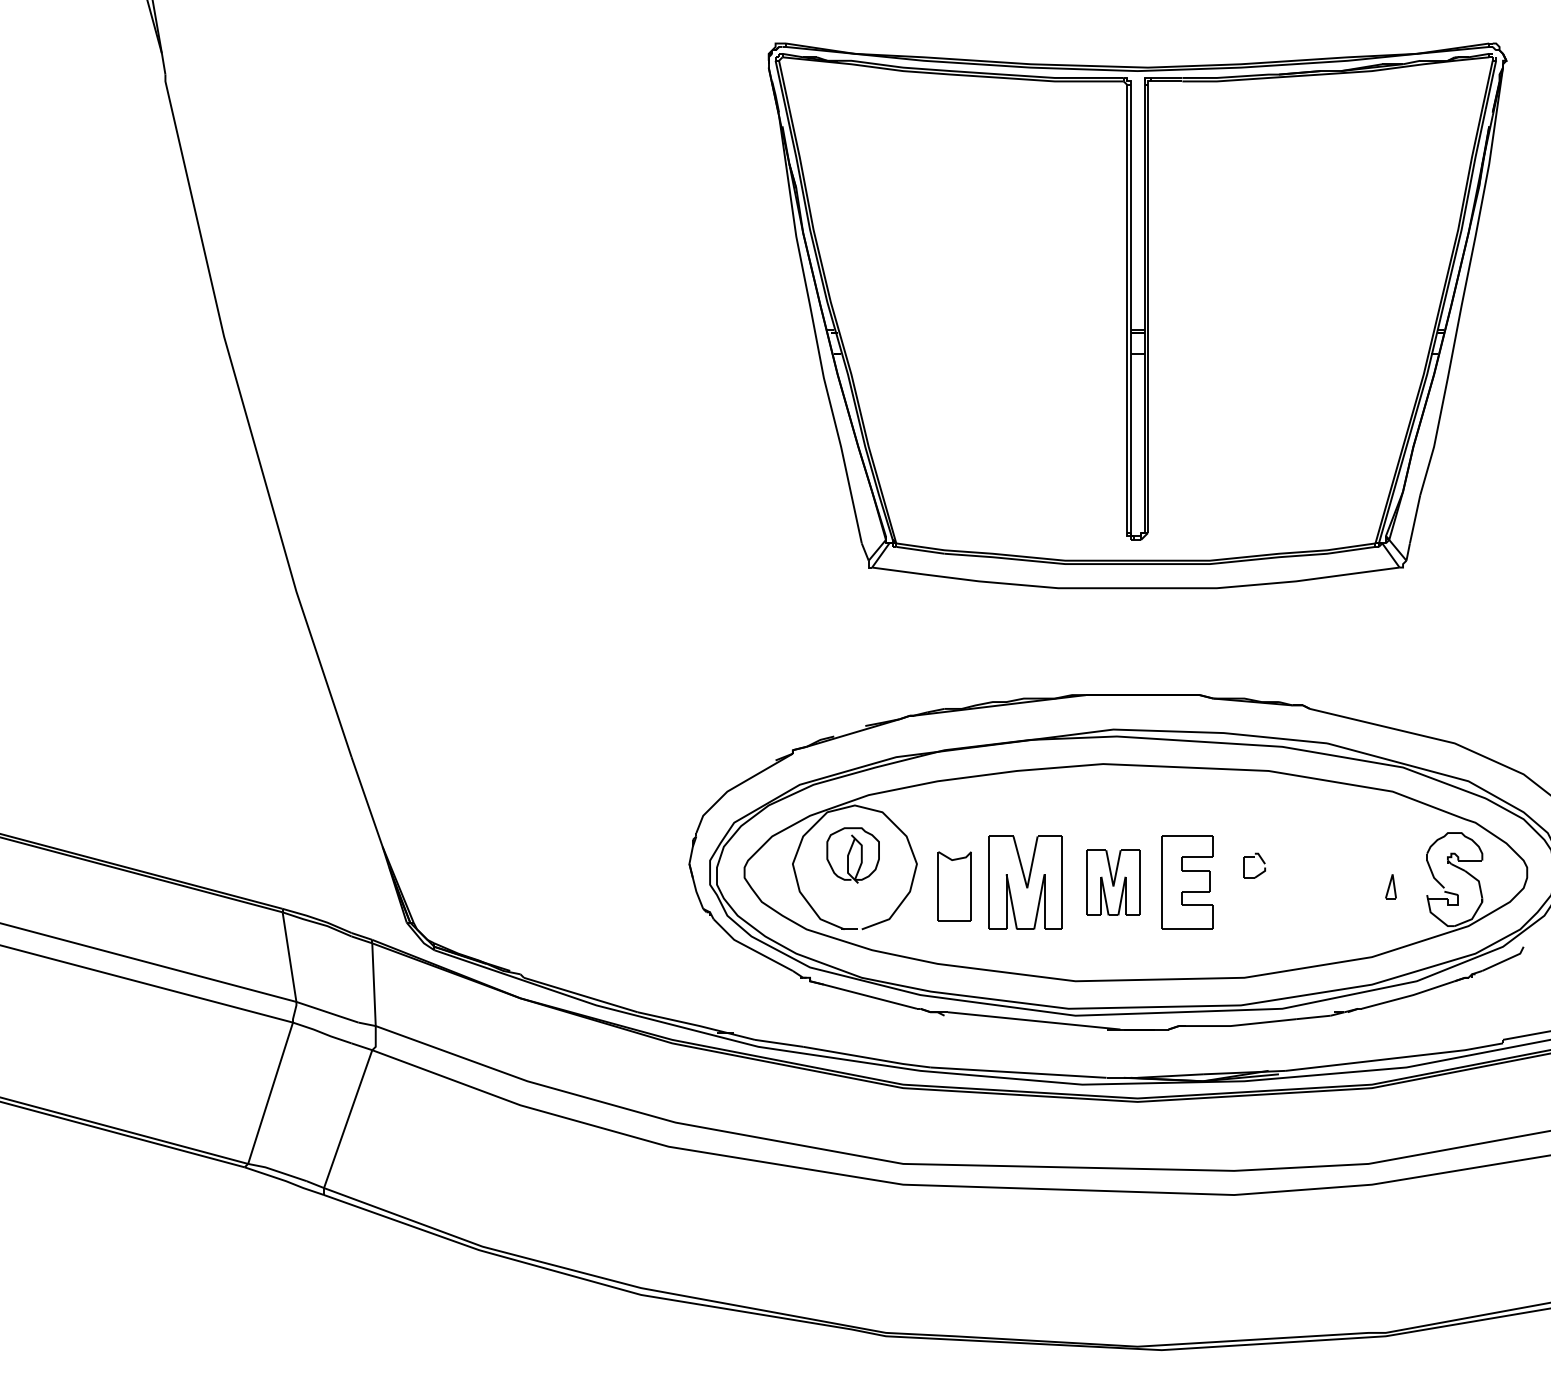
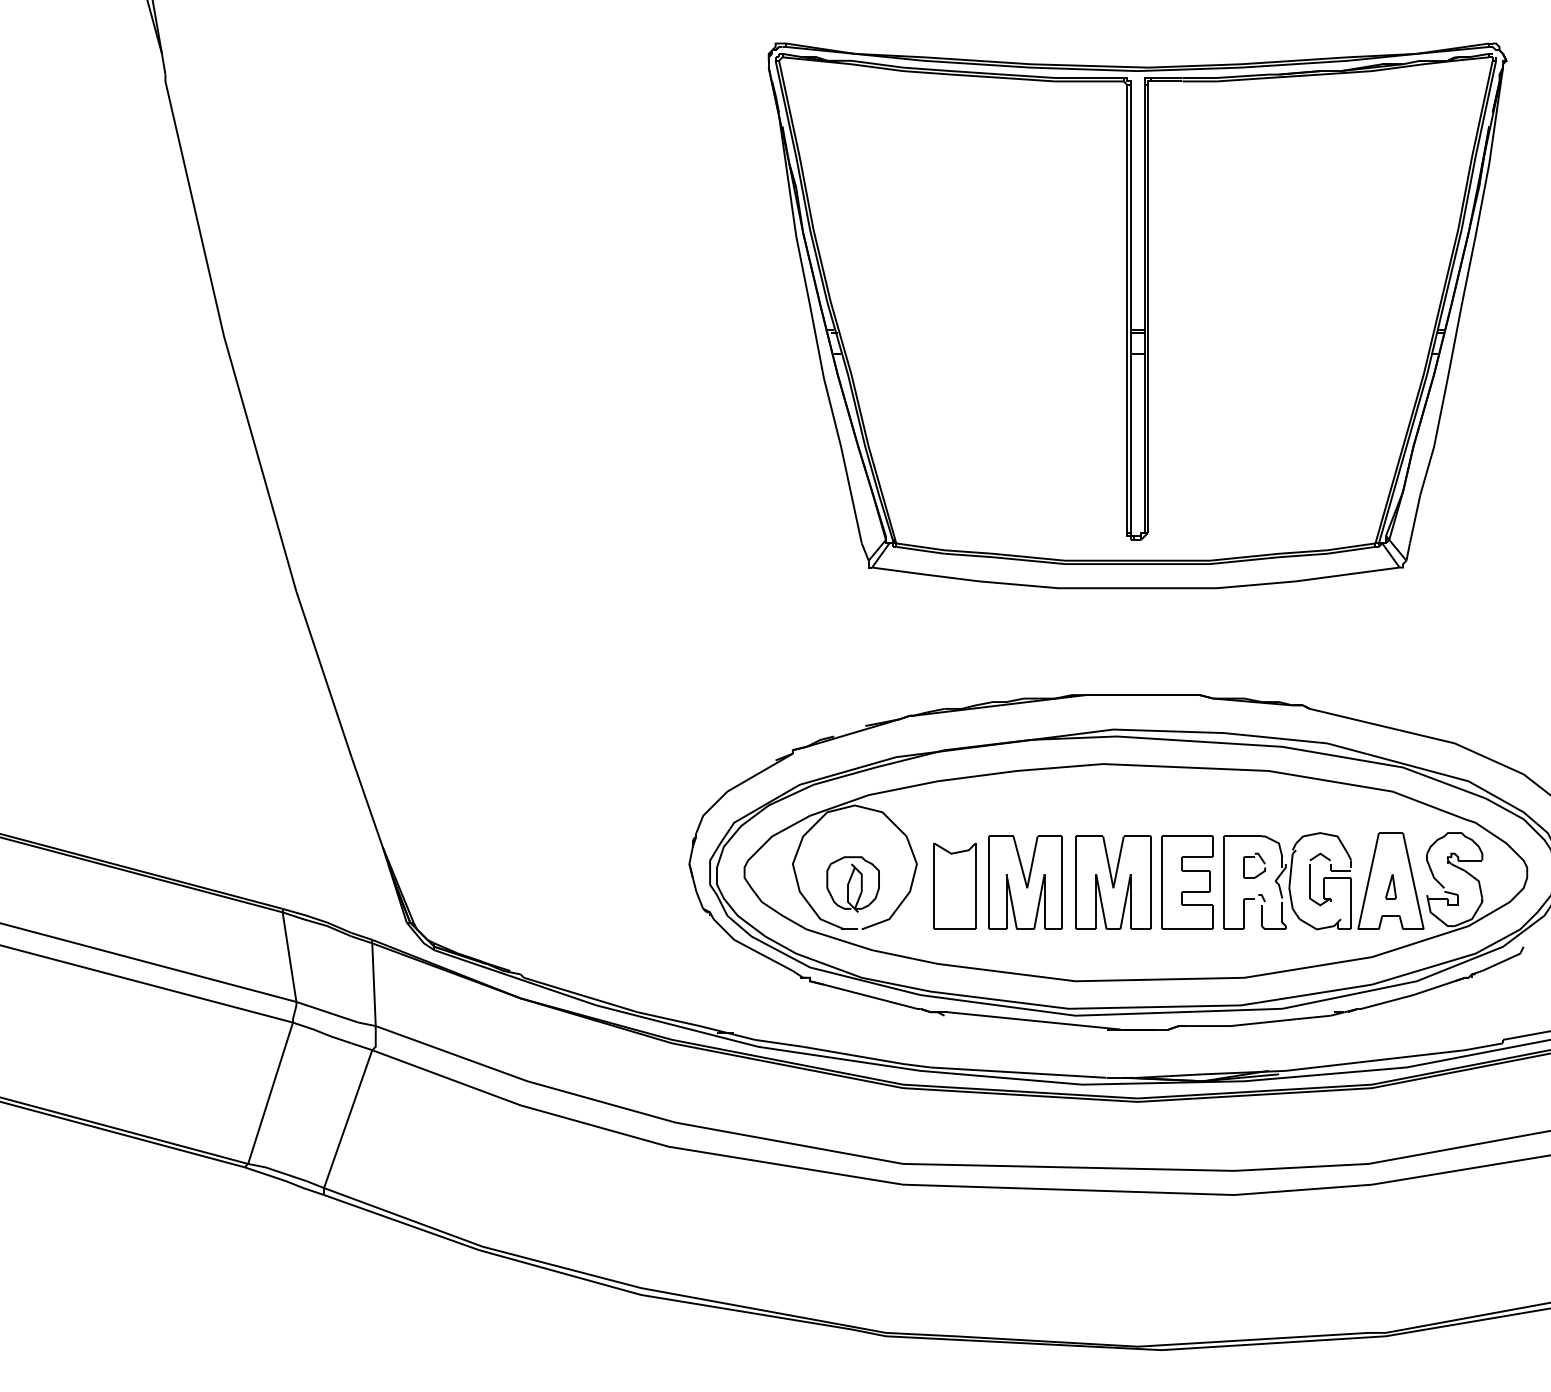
part at (852, 855) position: (852, 855) -> (852, 884)
part at (1323, 881): none -> present
part at (1113, 882) size: 55x67 px -> 77x95 px
part at (954, 886) size: 35x71 px -> 44x88 px
